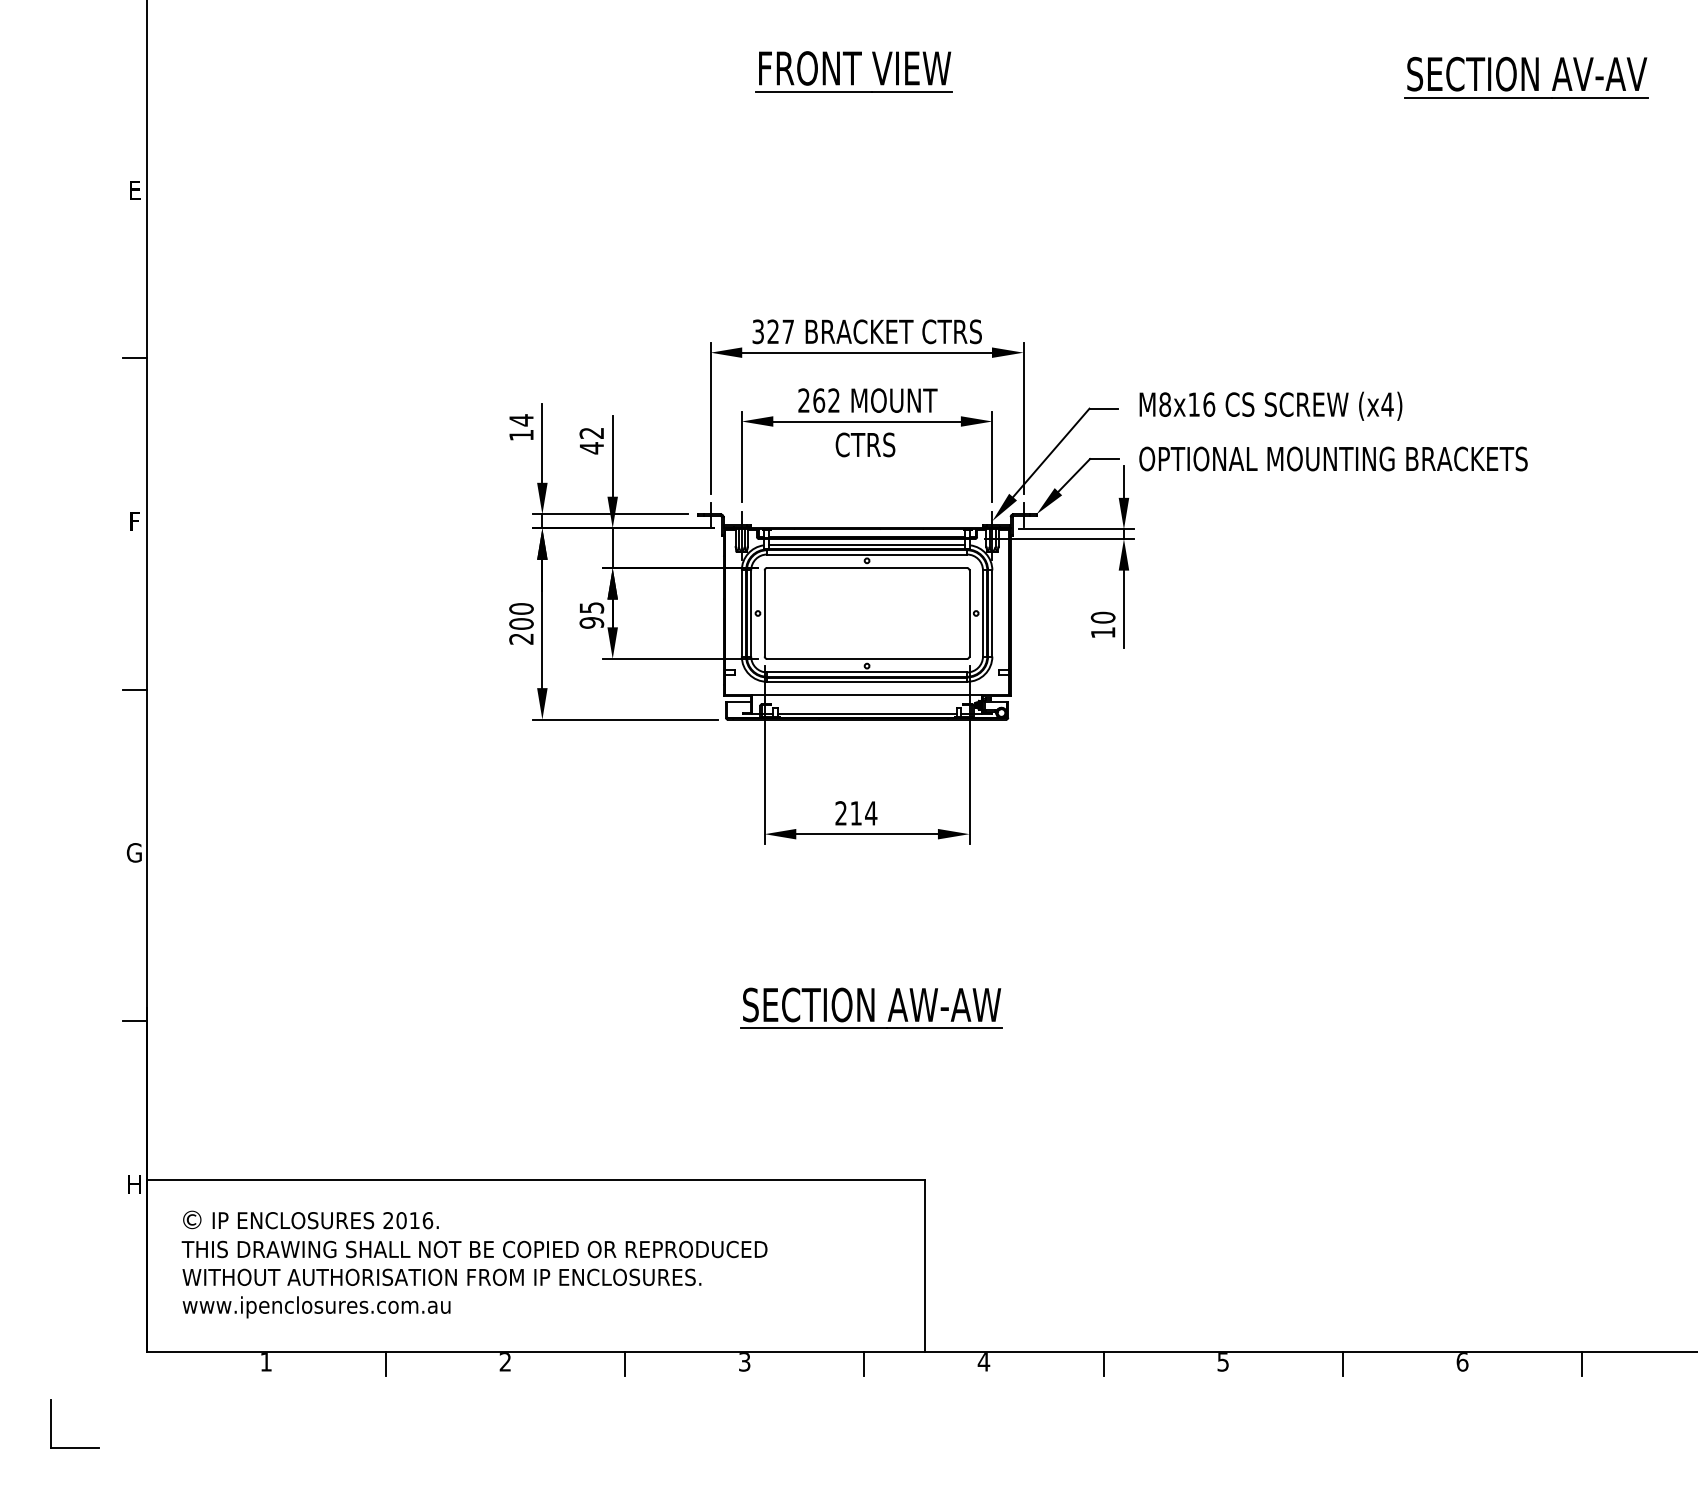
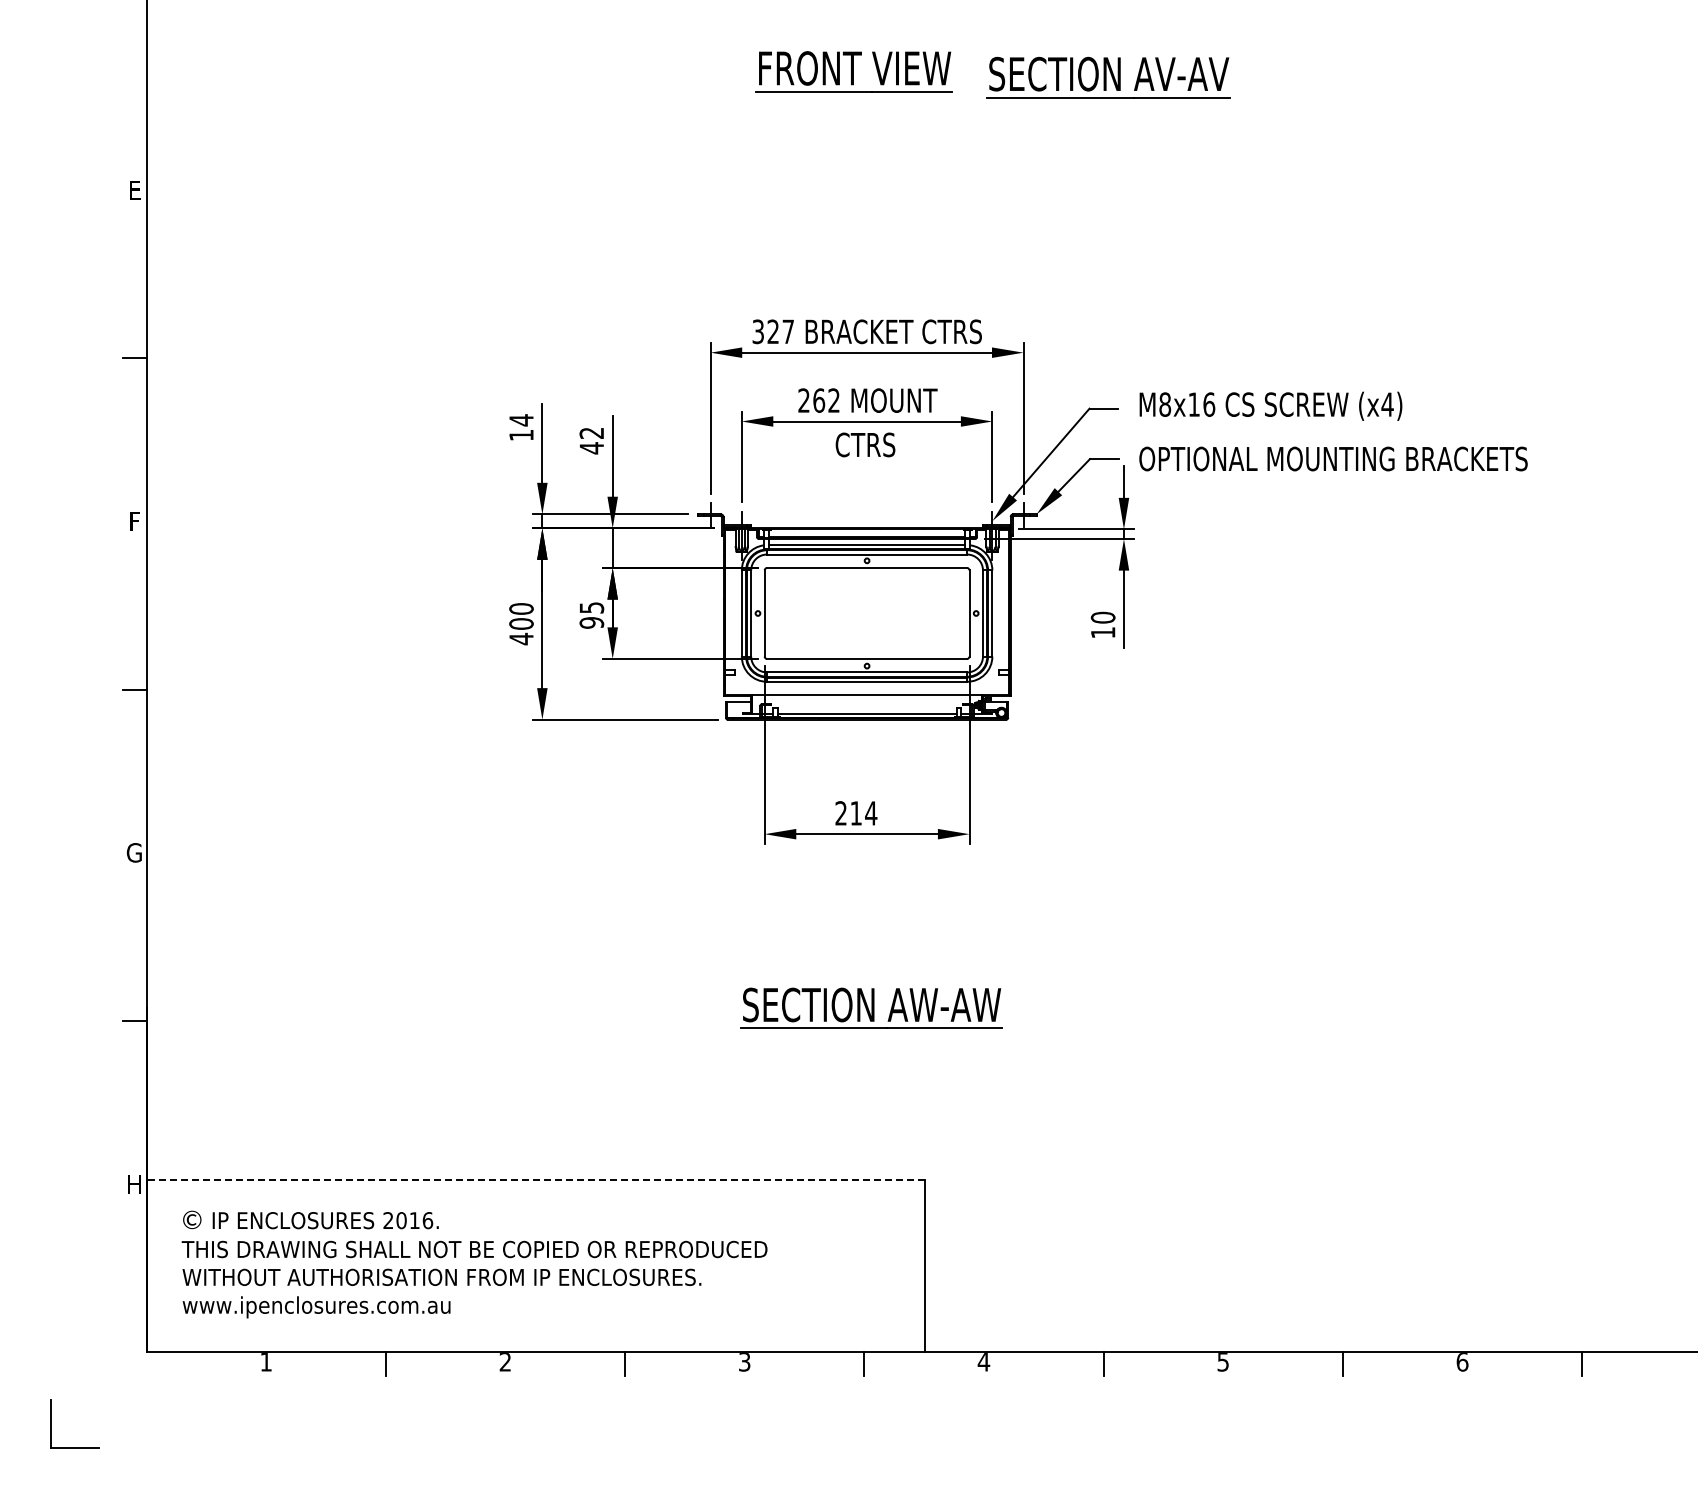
part at (1526, 77) position: (1526, 77) -> (1108, 77)
text at (521, 638): 200 -> 400
line at (535, 1180): solid -> dashed
